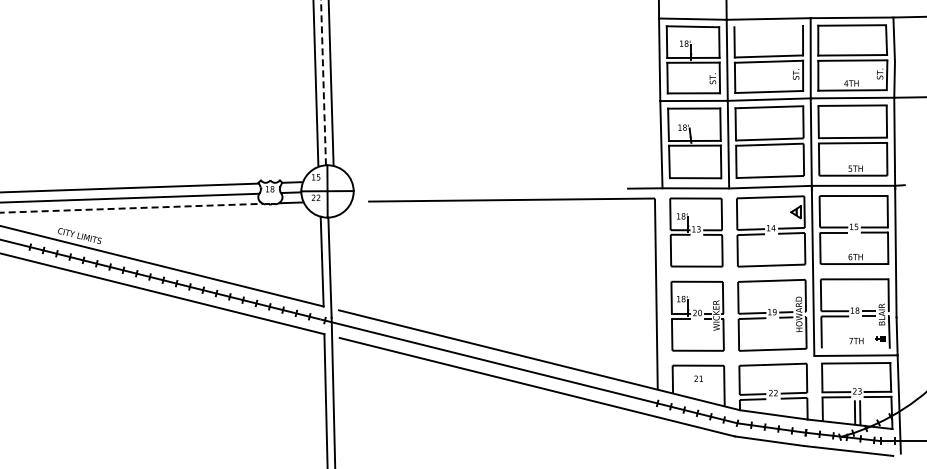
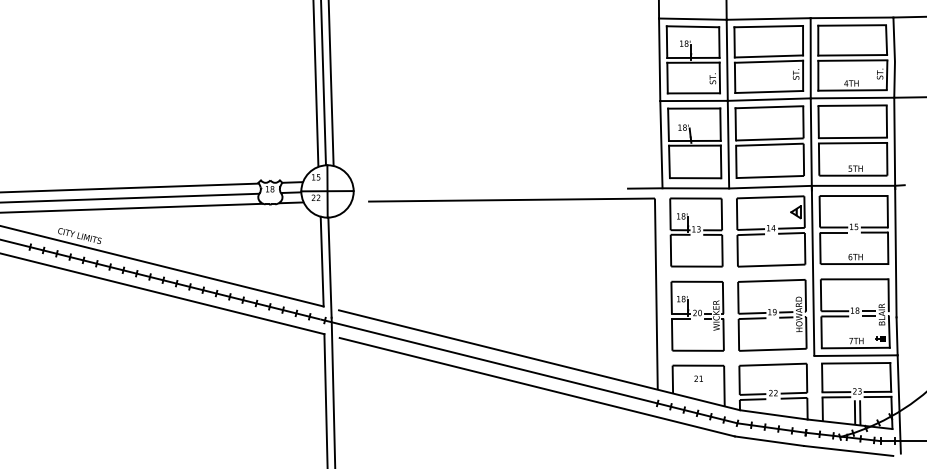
line at (768, 26): none -> present
line at (323, 82): dashed -> solid
line at (132, 208): dashed -> solid
line at (855, 347): none -> present
